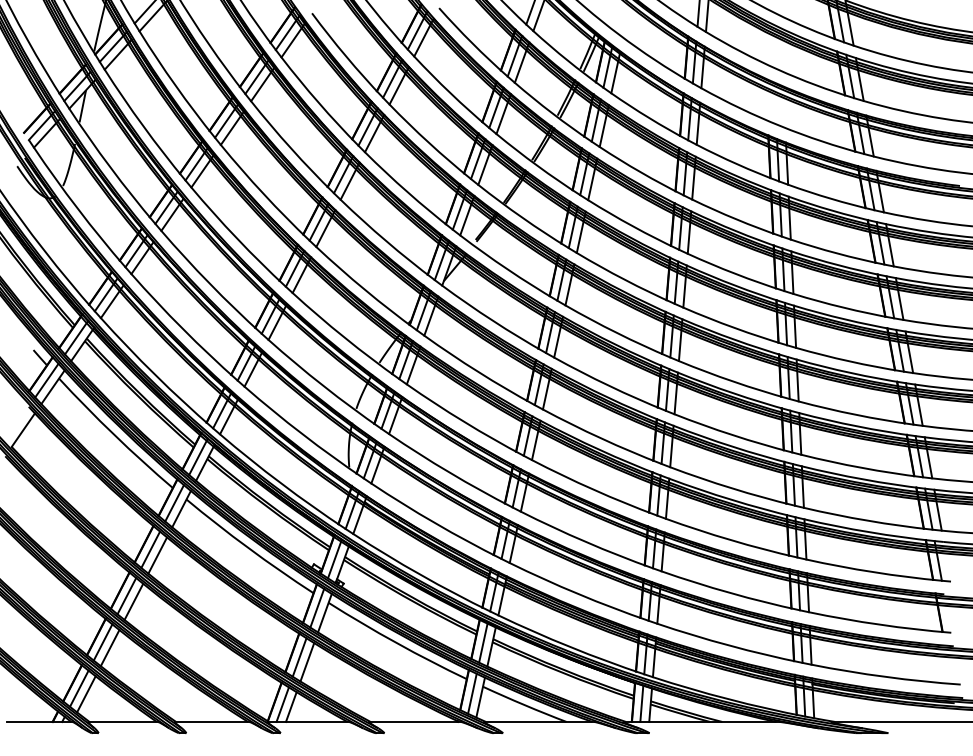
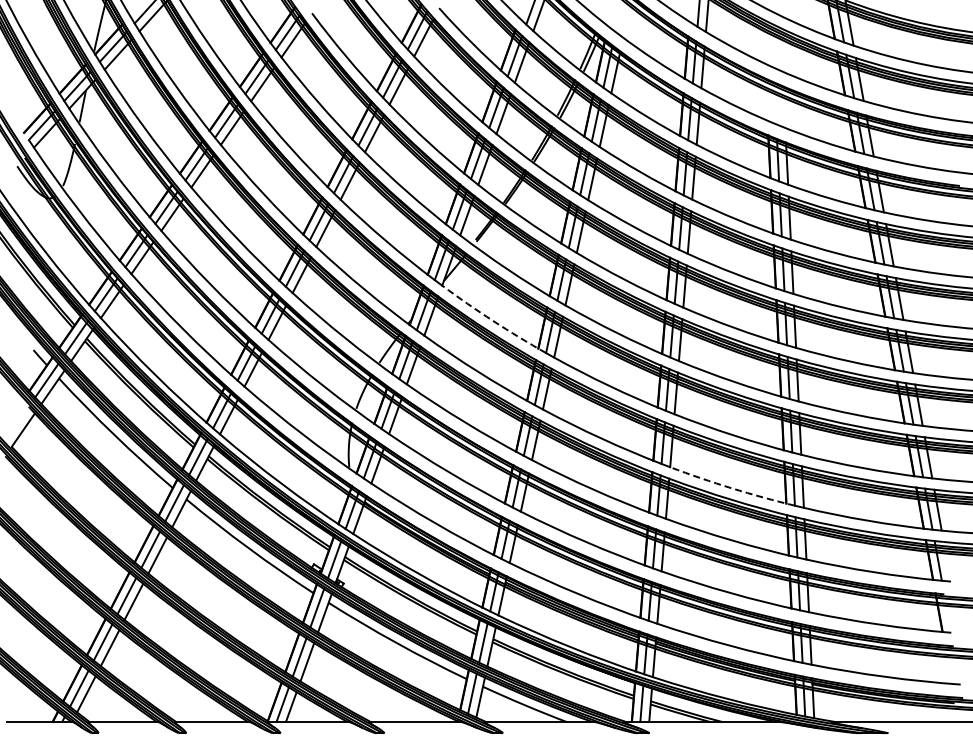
arc at (493, 320): solid -> dashed
arc at (731, 488): solid -> dashed
